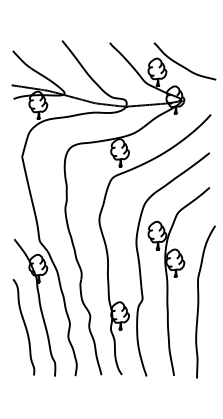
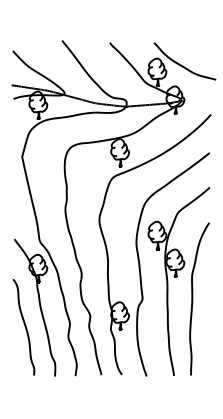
curve at (199, 301) position: (199, 301) -> (193, 298)
